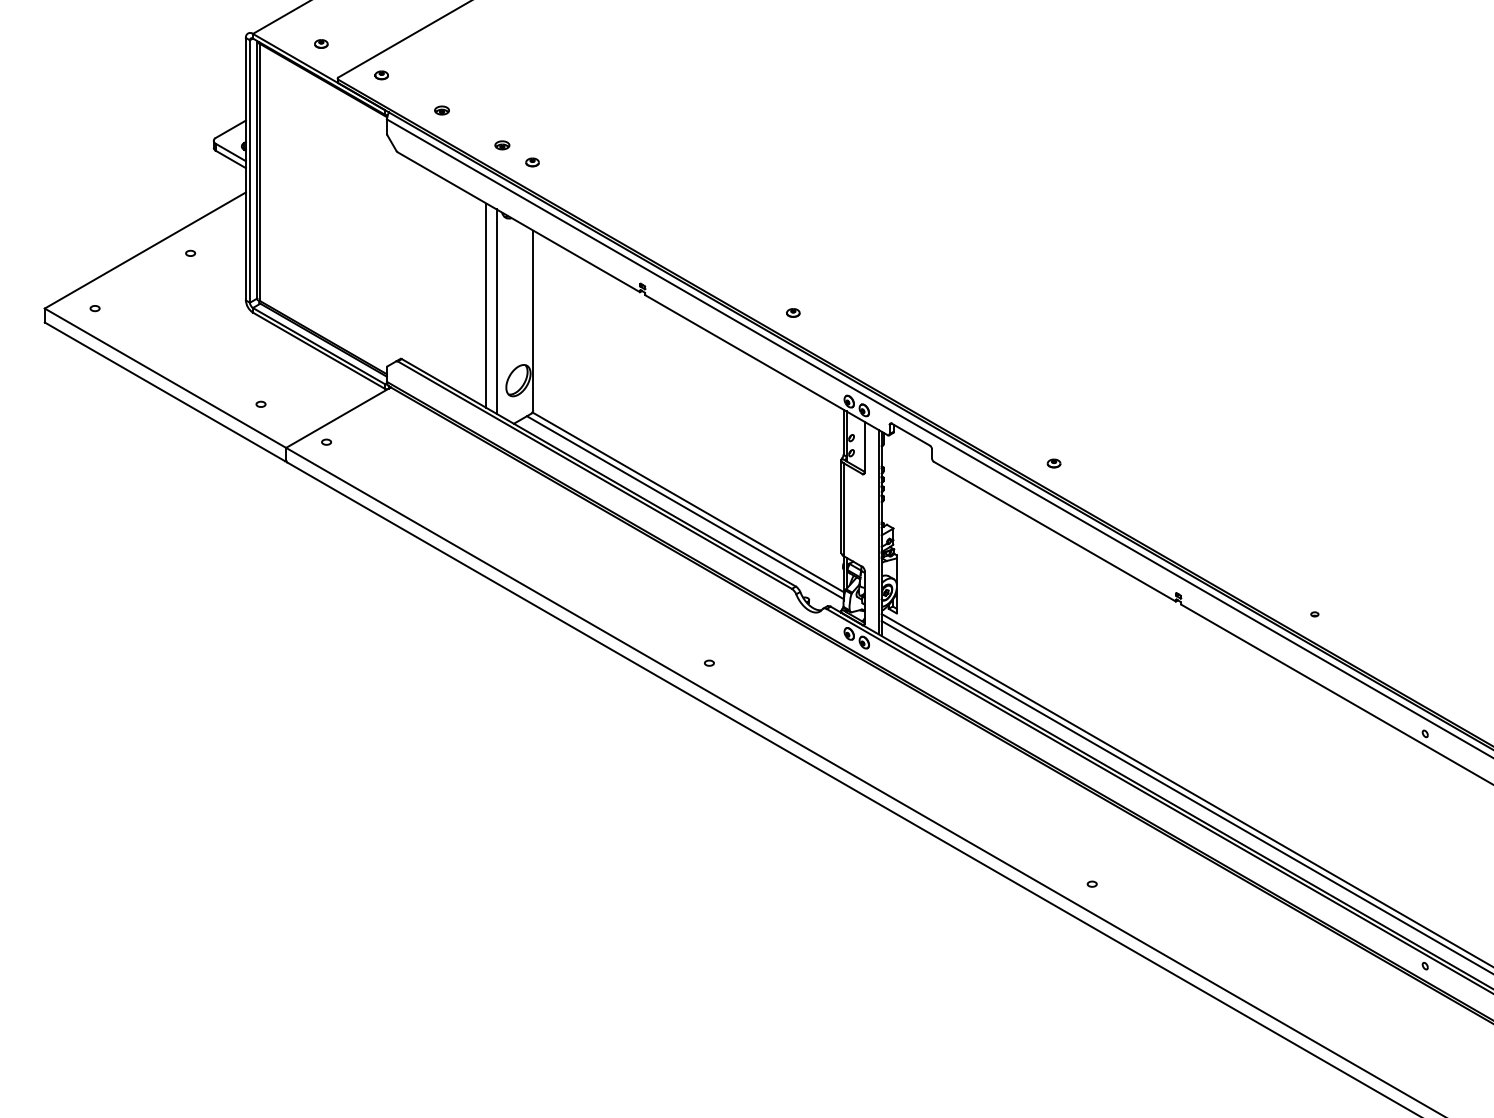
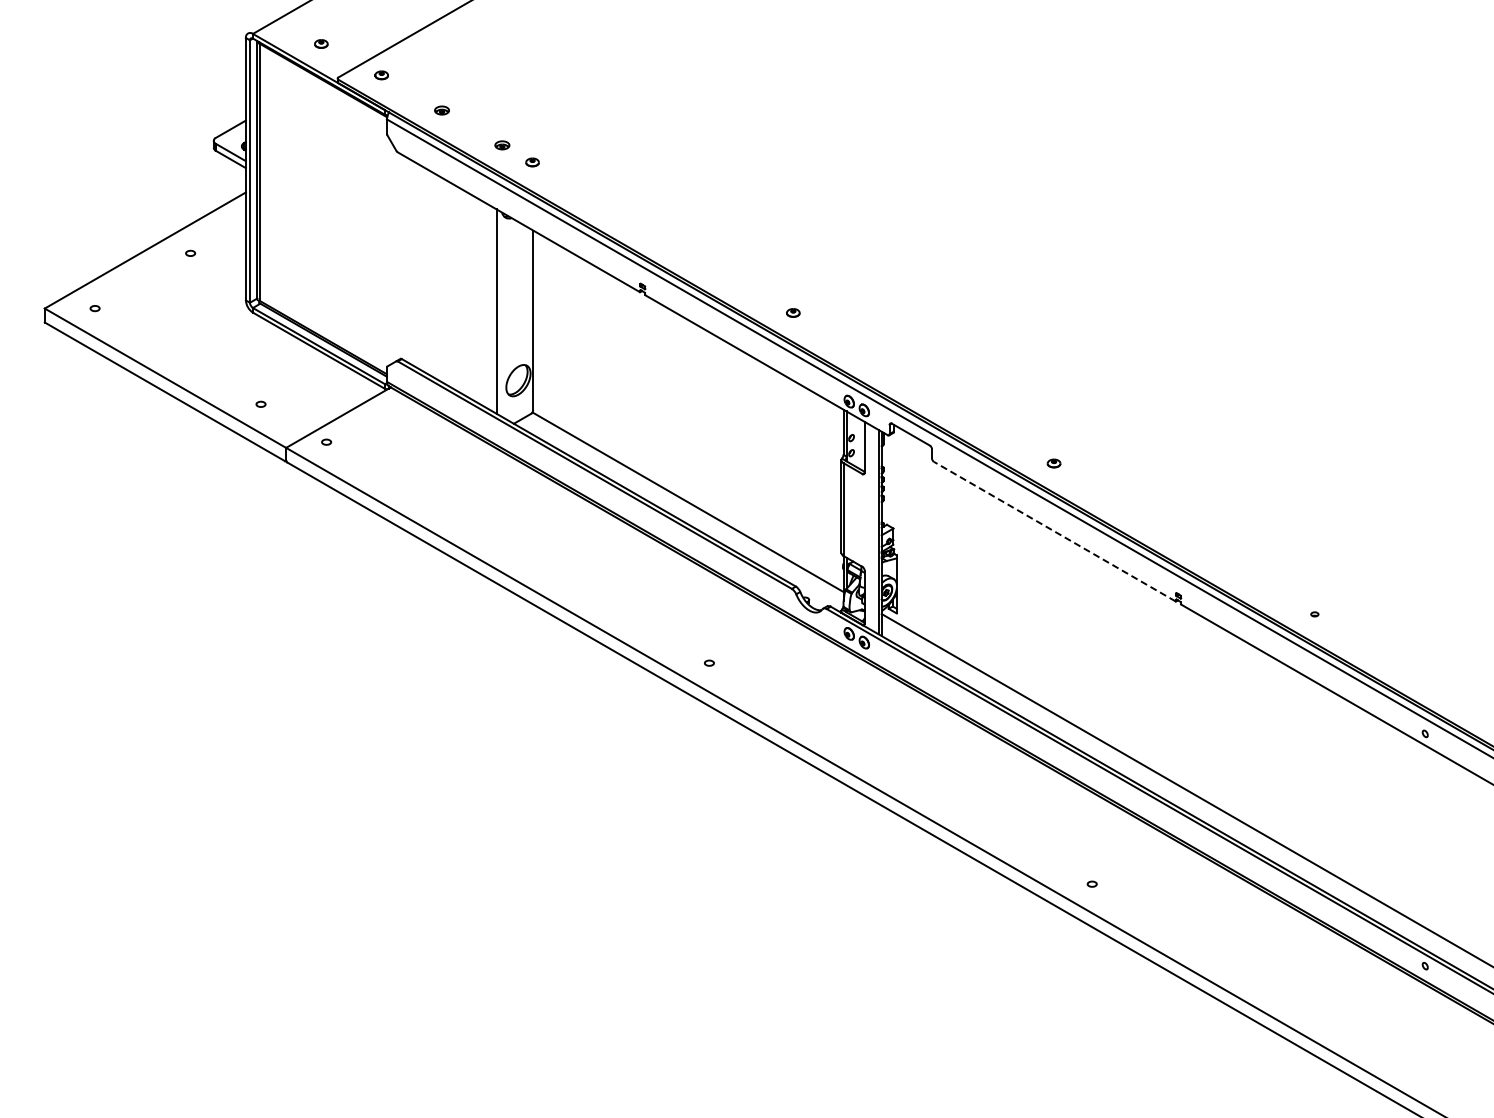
line at (486, 305): present -> none
line at (684, 507): present -> none
line at (1054, 531): solid -> dashed
line at (1185, 796): present -> none
